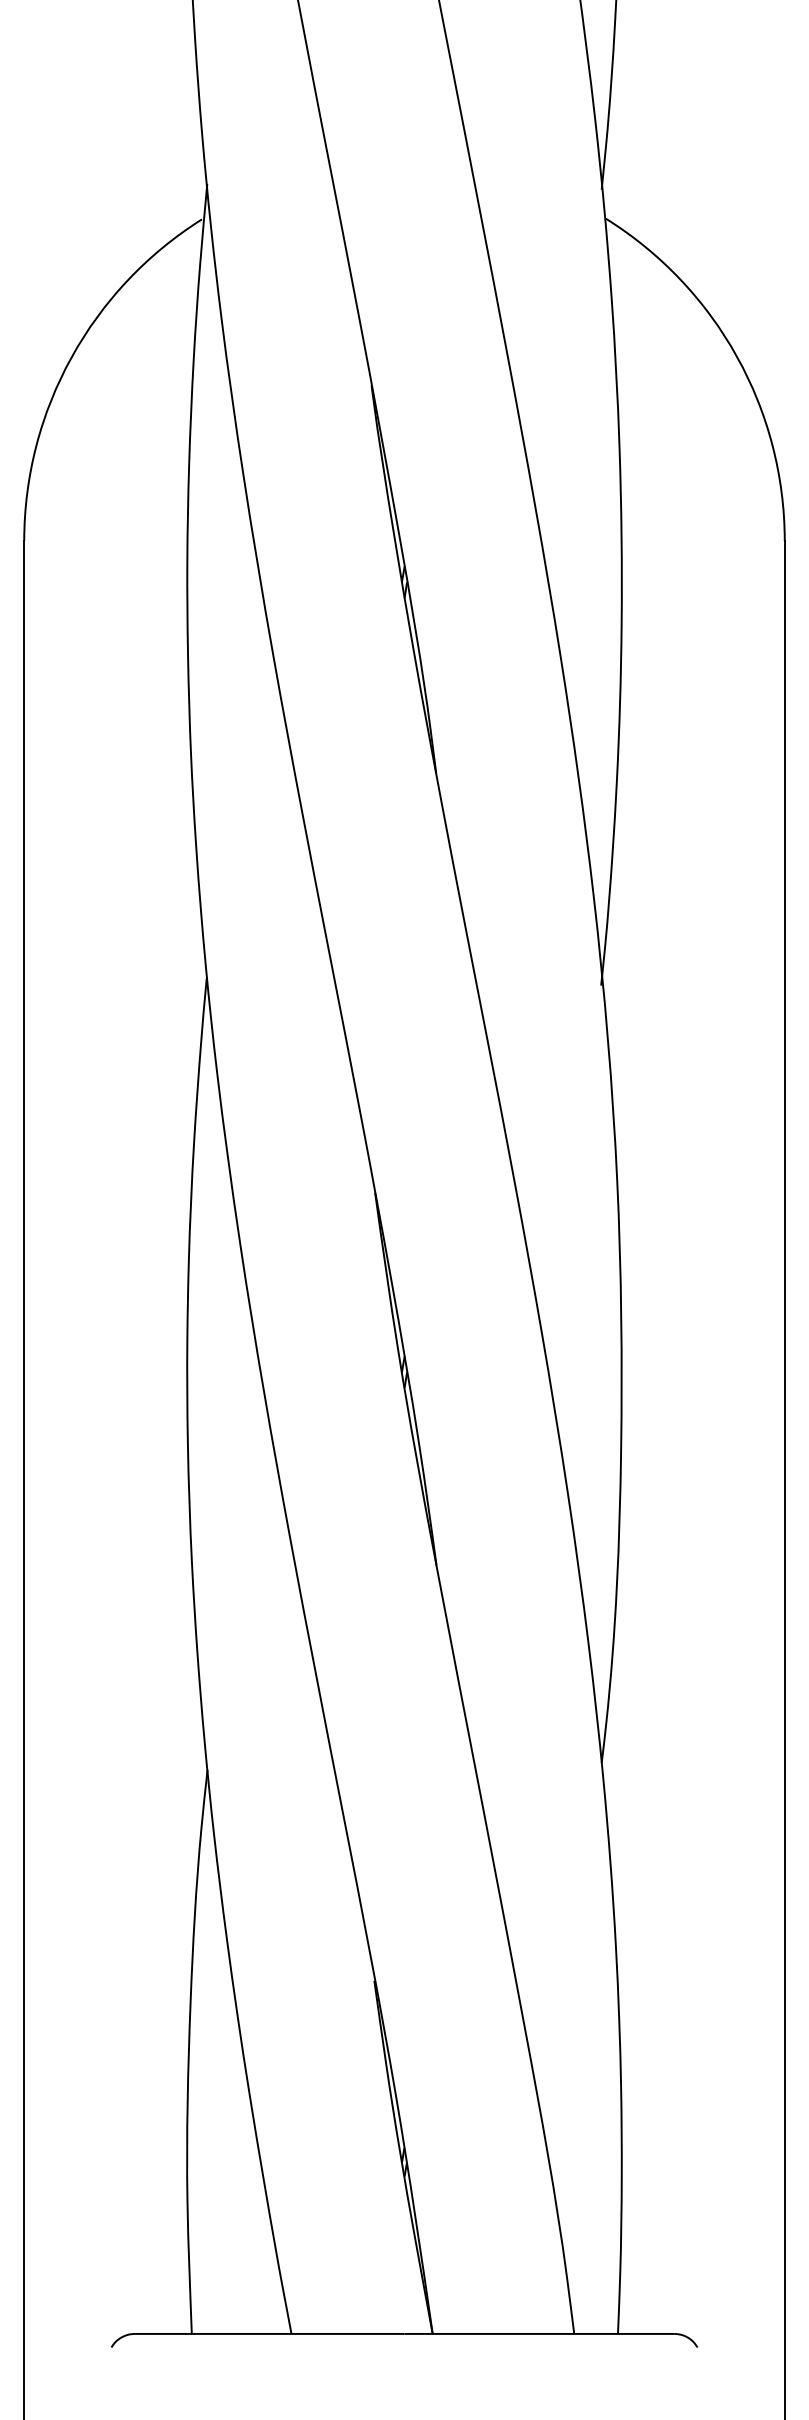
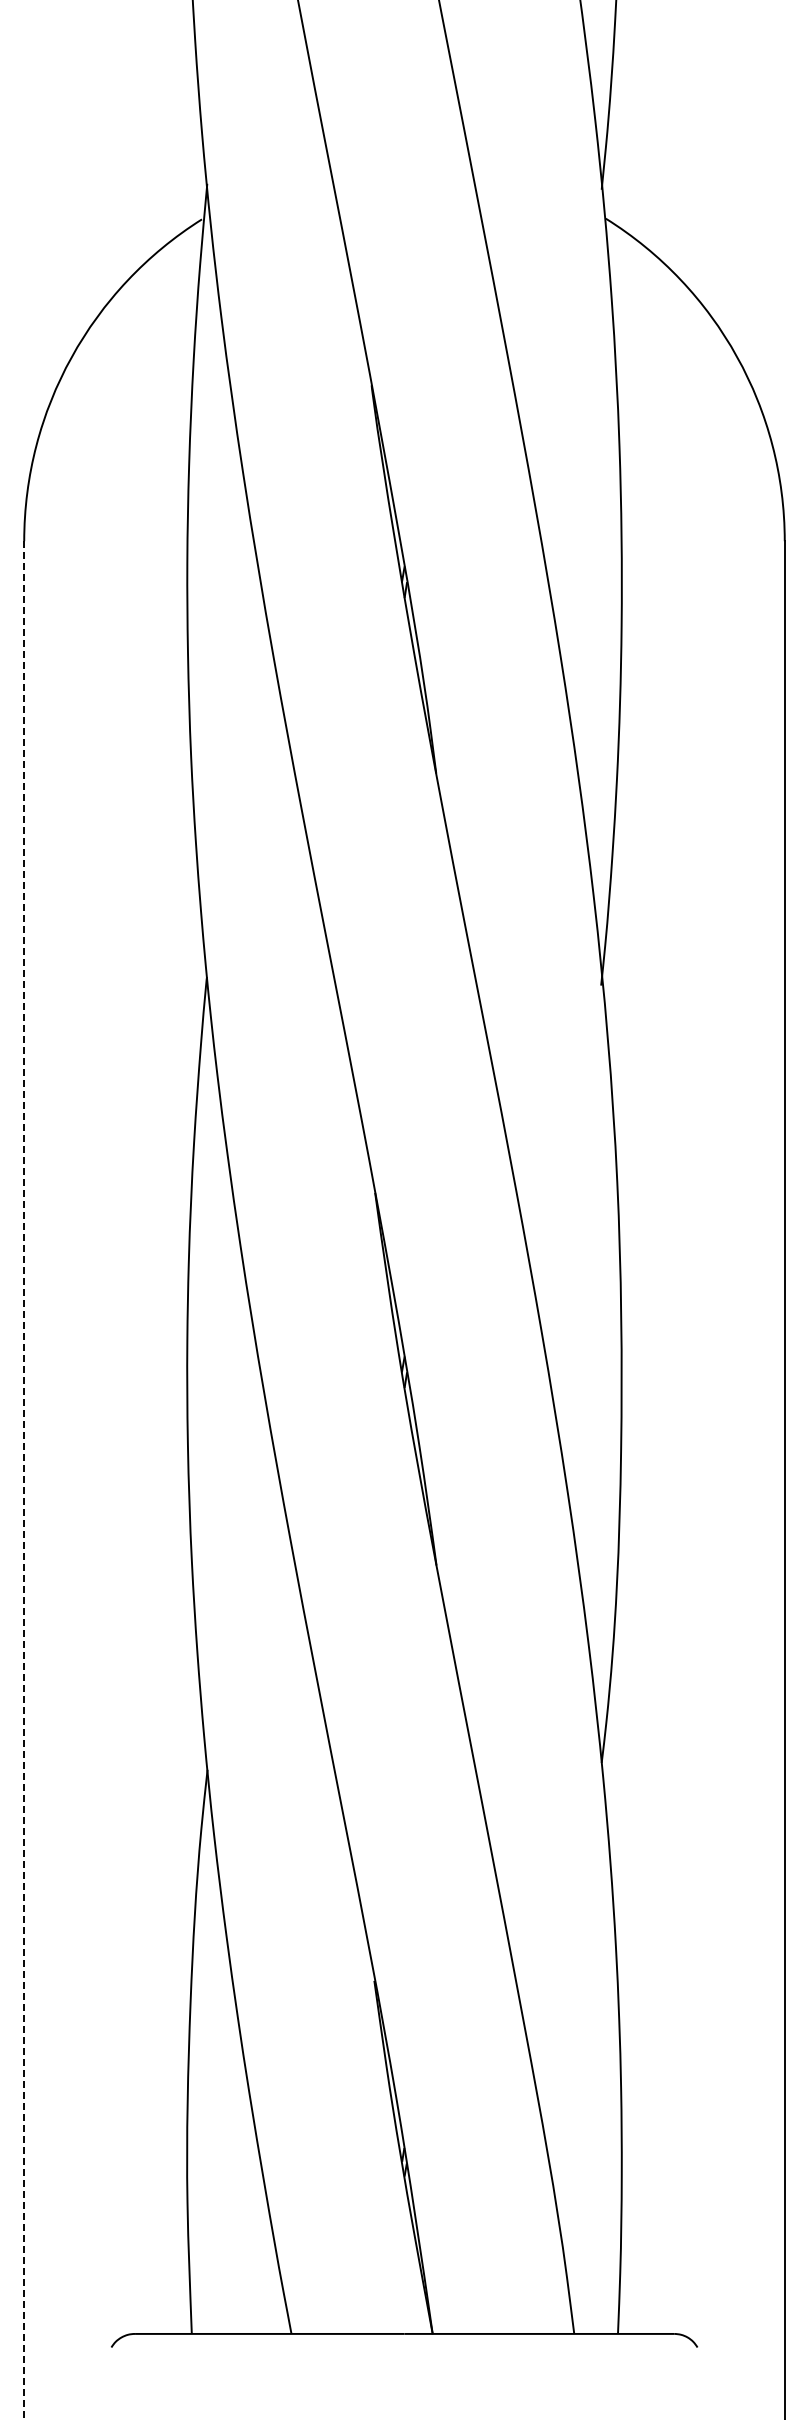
line at (24, 1481): solid -> dashed
